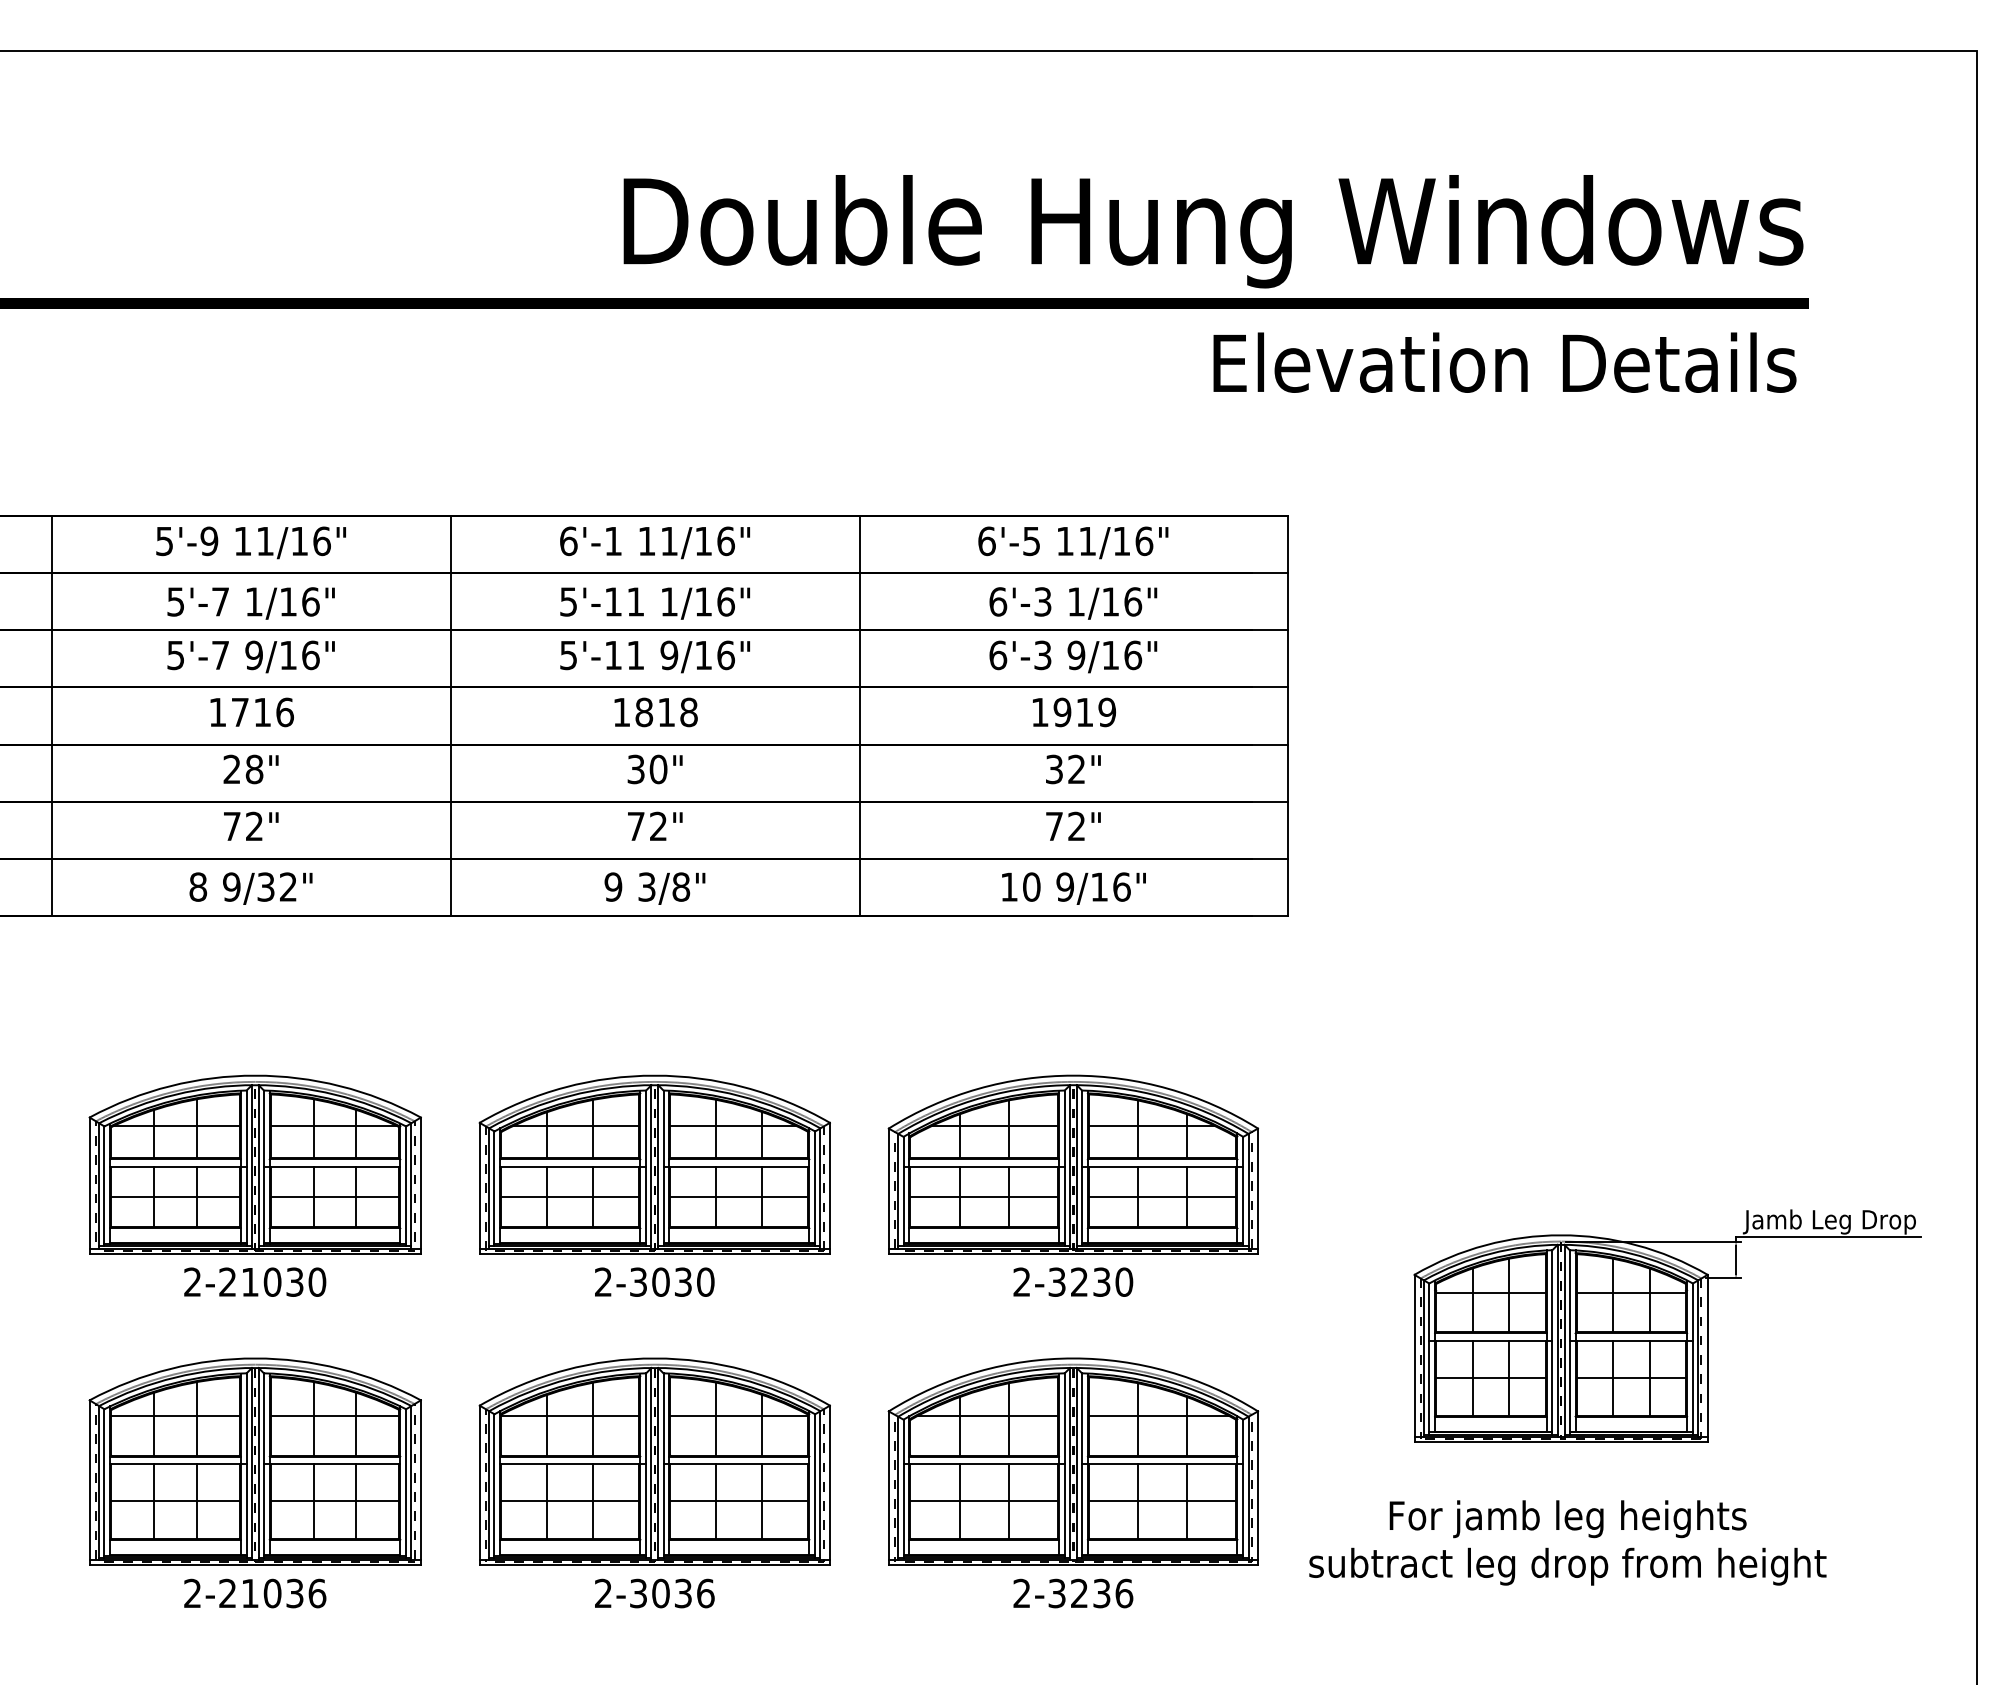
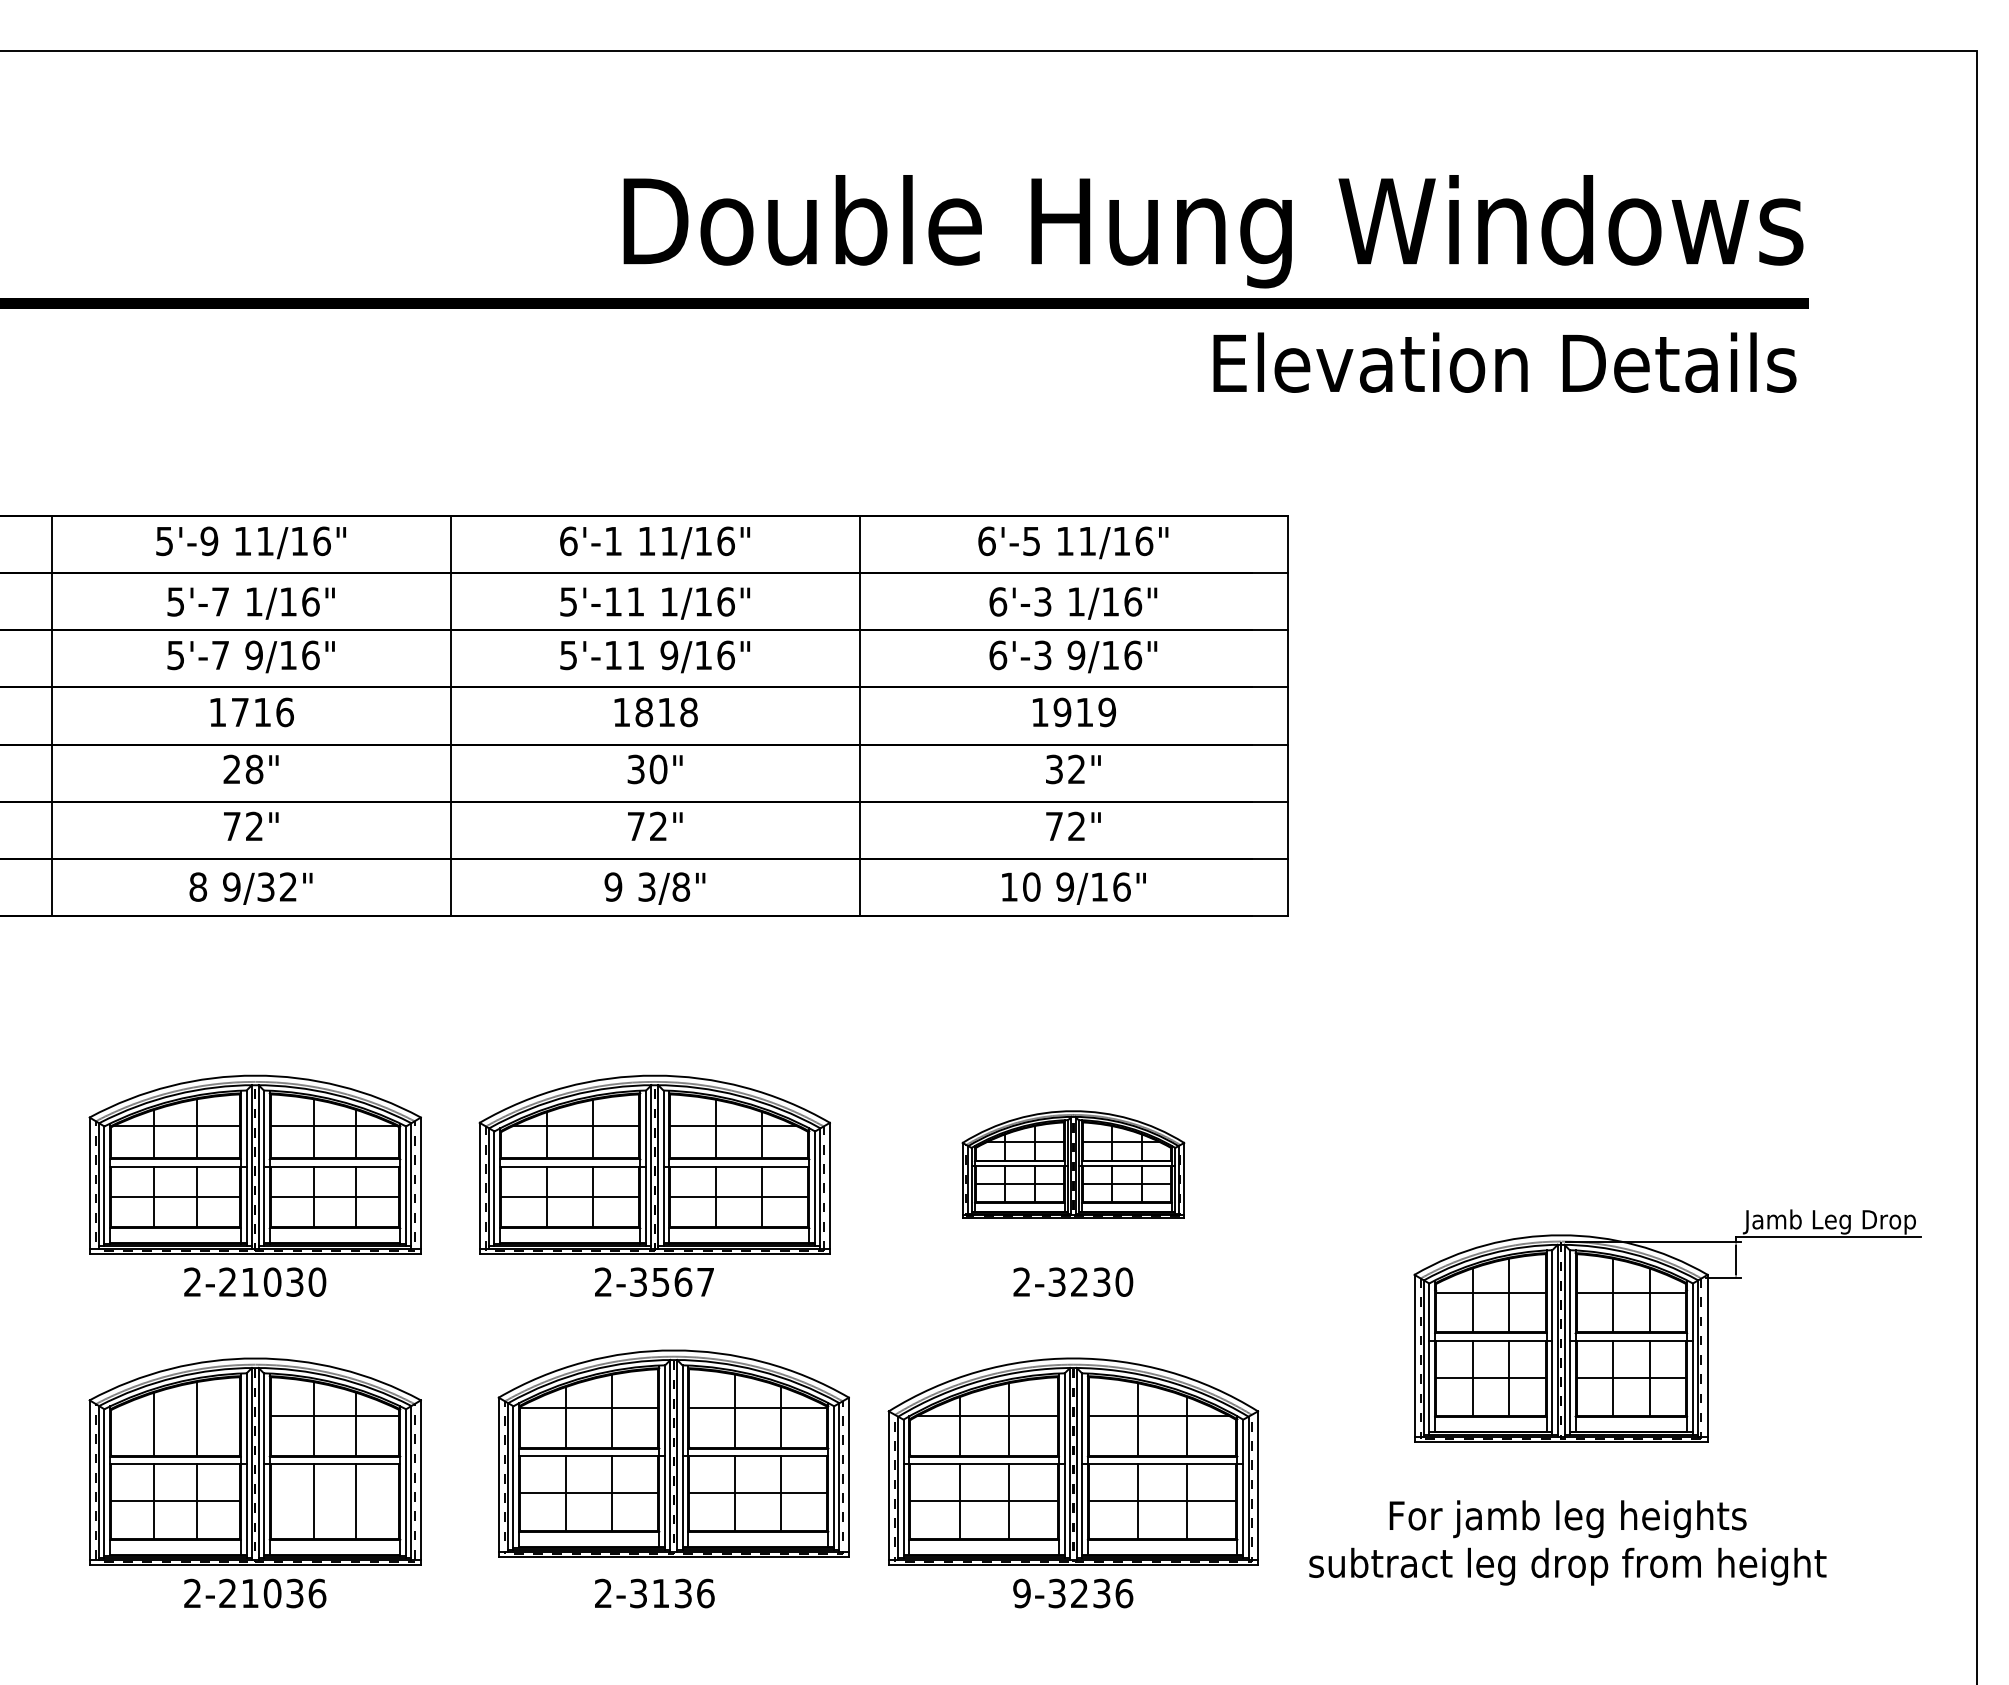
part at (1073, 1164) size: 373x181 px -> 225x109 px
text at (683, 1281): 2-3030 -> 2-3567
line at (175, 1416): present -> none
part at (654, 1461) position: (654, 1461) -> (673, 1453)
line at (334, 1501): present -> none
text at (660, 1593): 2-3036 -> 2-3136
text at (1021, 1593): 2-3236 -> 9-3236
